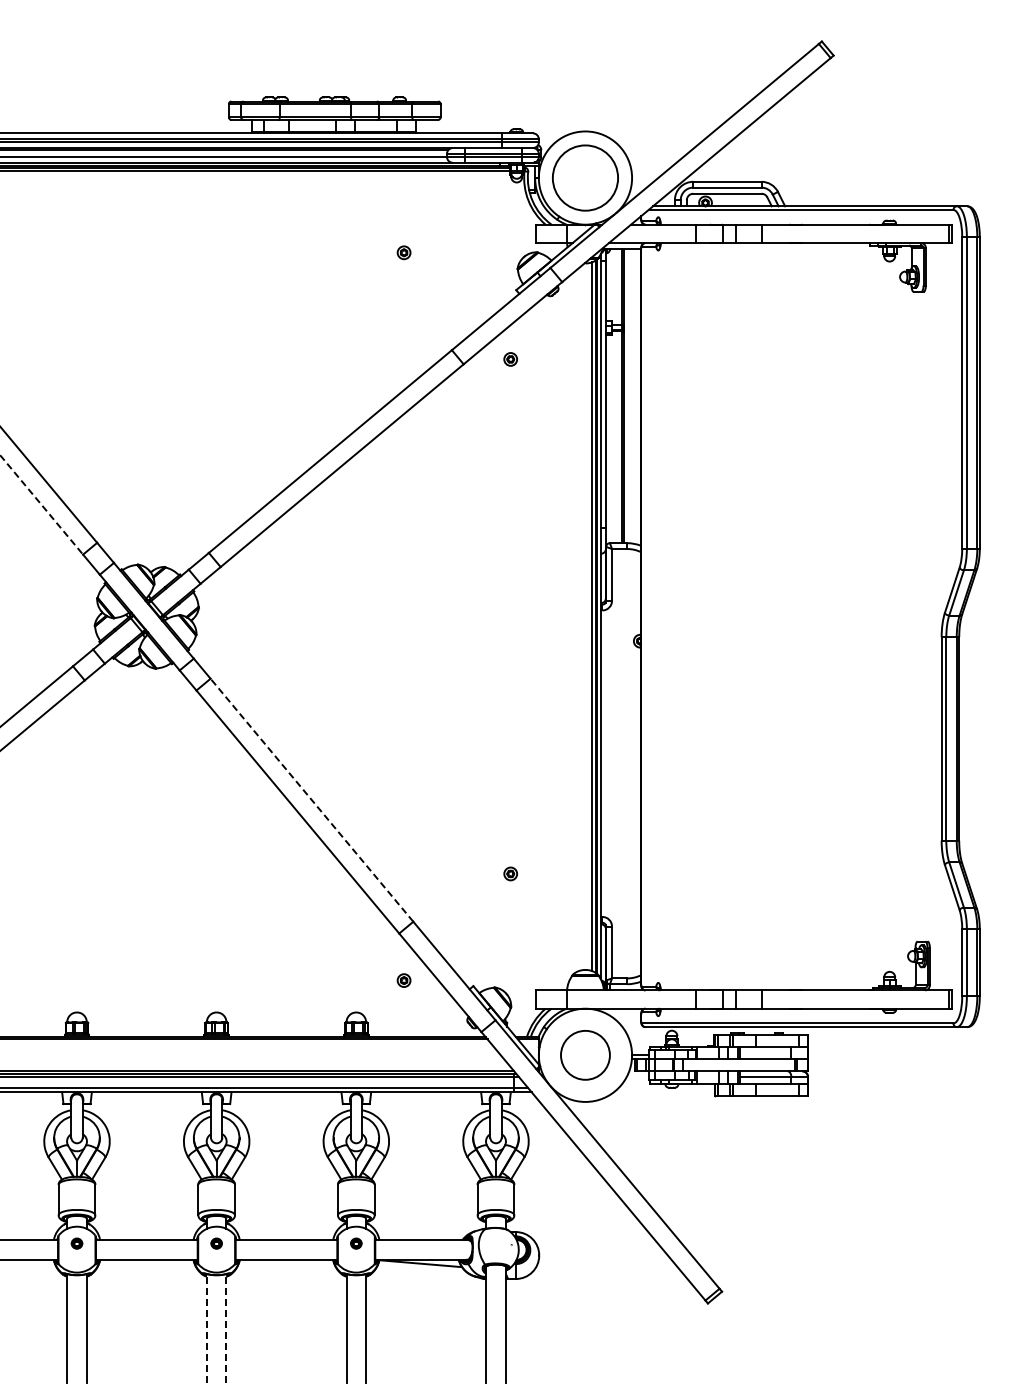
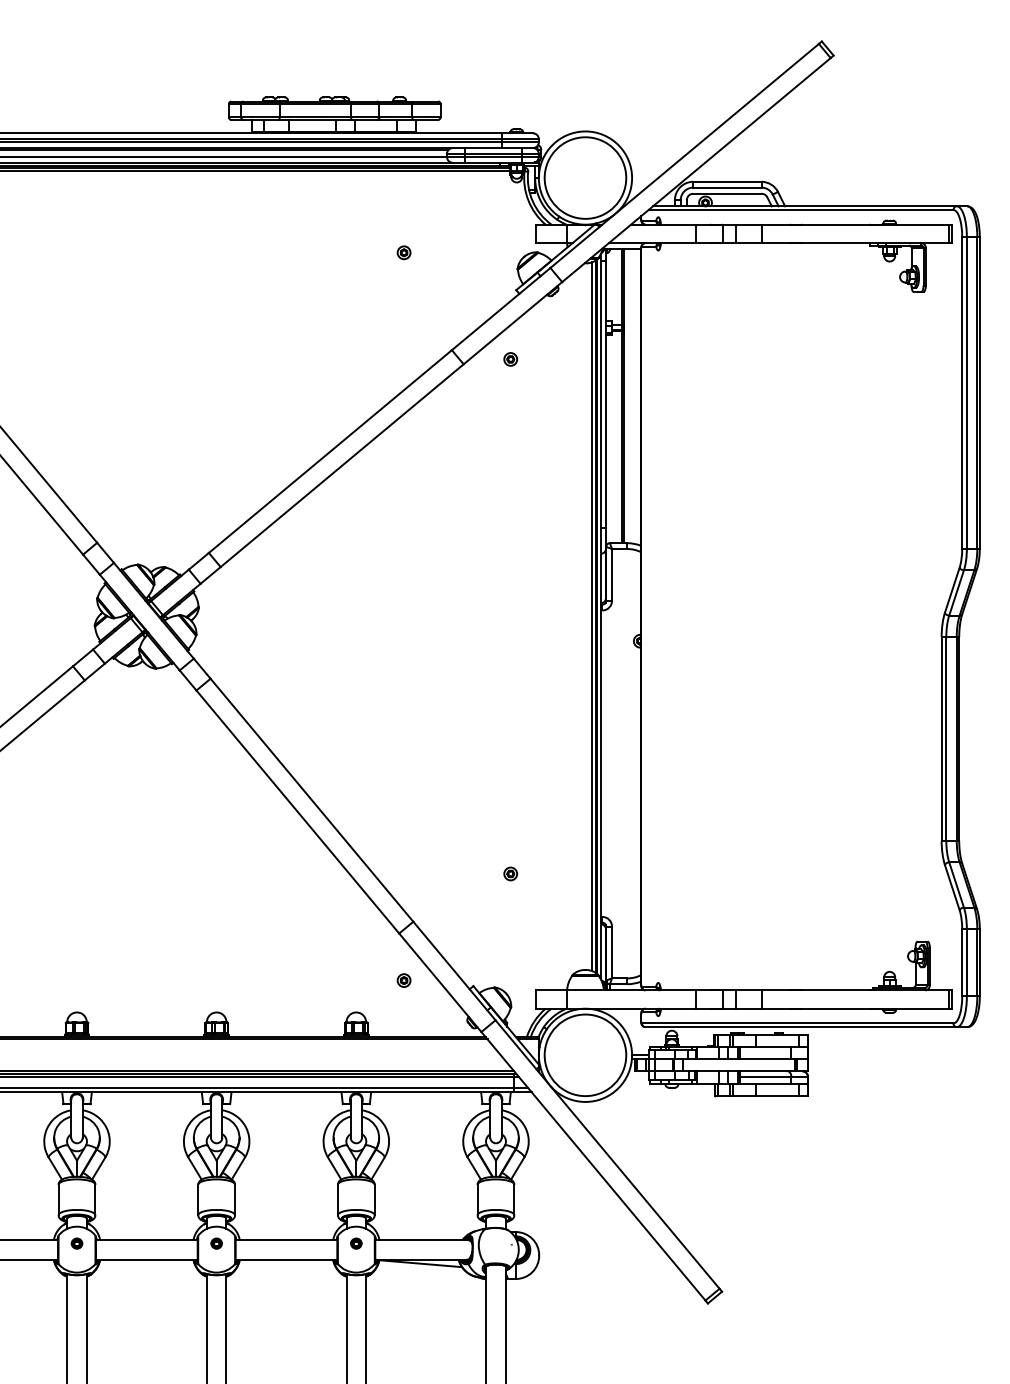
circle at (585, 177) diameter: 65 px -> 82 px
line at (42, 505): dashed -> solid
line at (311, 799): dashed -> solid
circle at (585, 1054) diameter: 49 px -> 82 px
line at (206, 1327): dashed -> solid
line at (226, 1327): dashed -> solid
